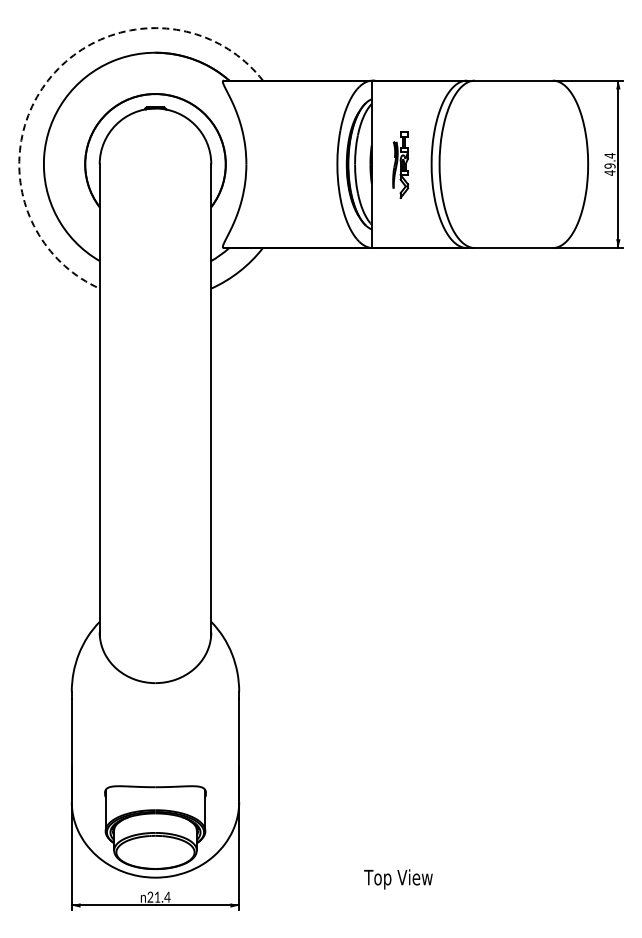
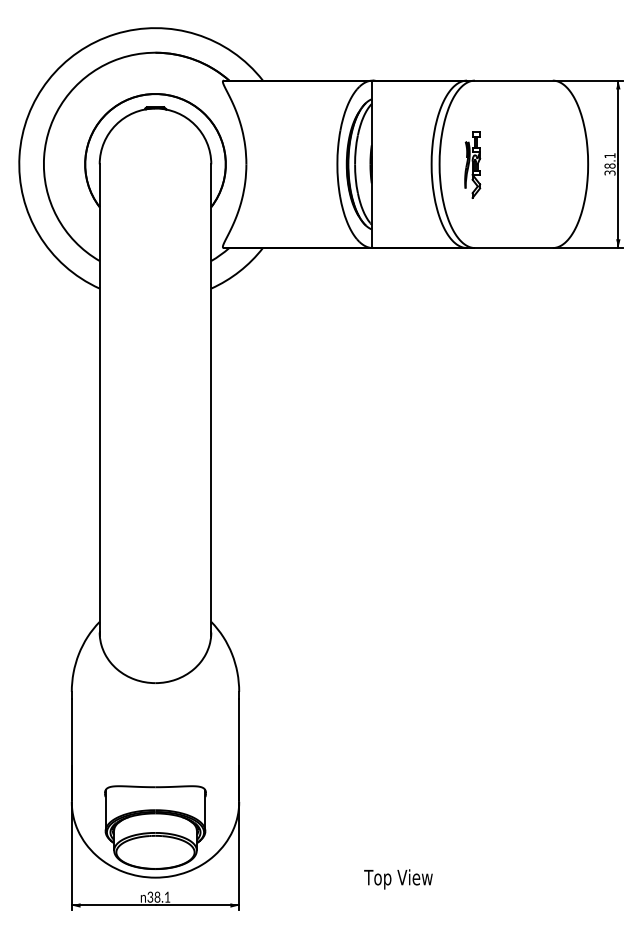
arc at (48, 80): dashed -> solid
part at (400, 164) position: (400, 164) -> (472, 164)
text at (609, 164): 49.4 -> 38.1
text at (158, 896): 21.4 -> 38.1
